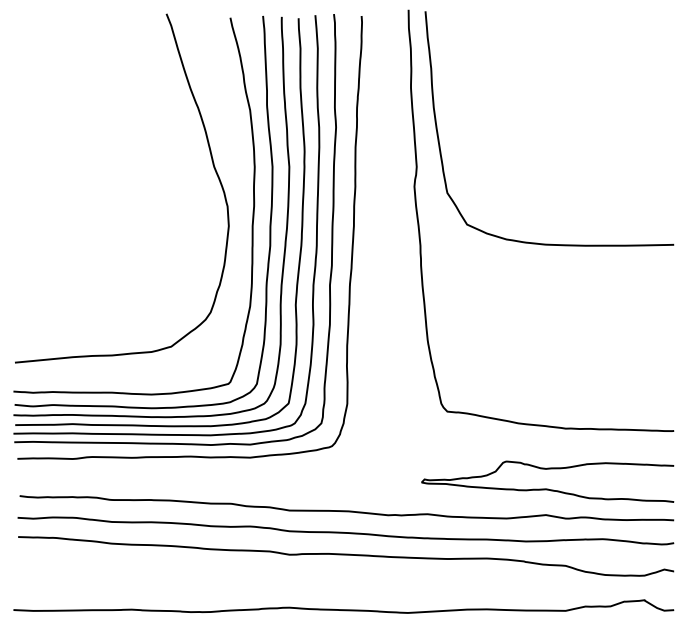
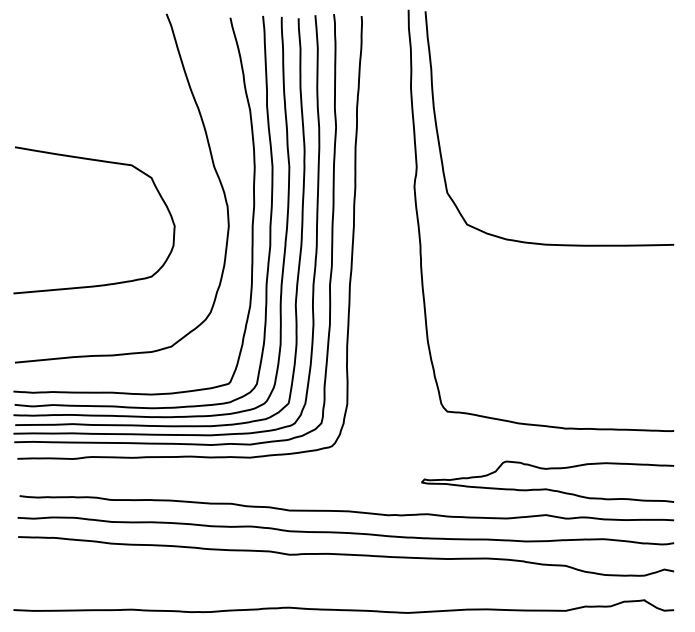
curve at (102, 162): none -> present
